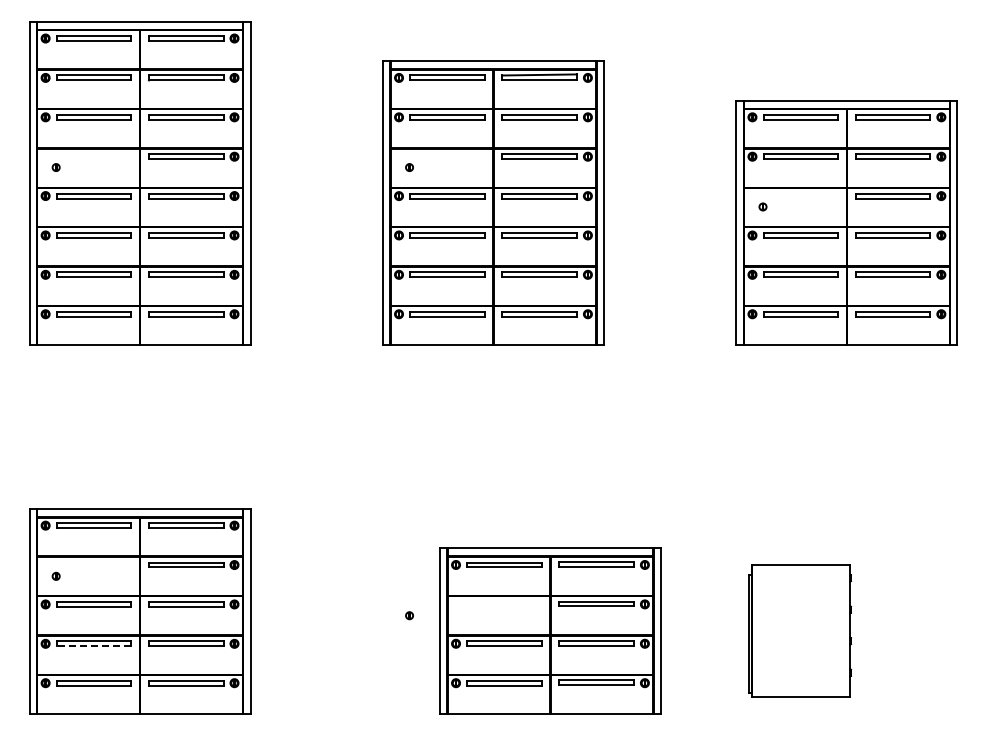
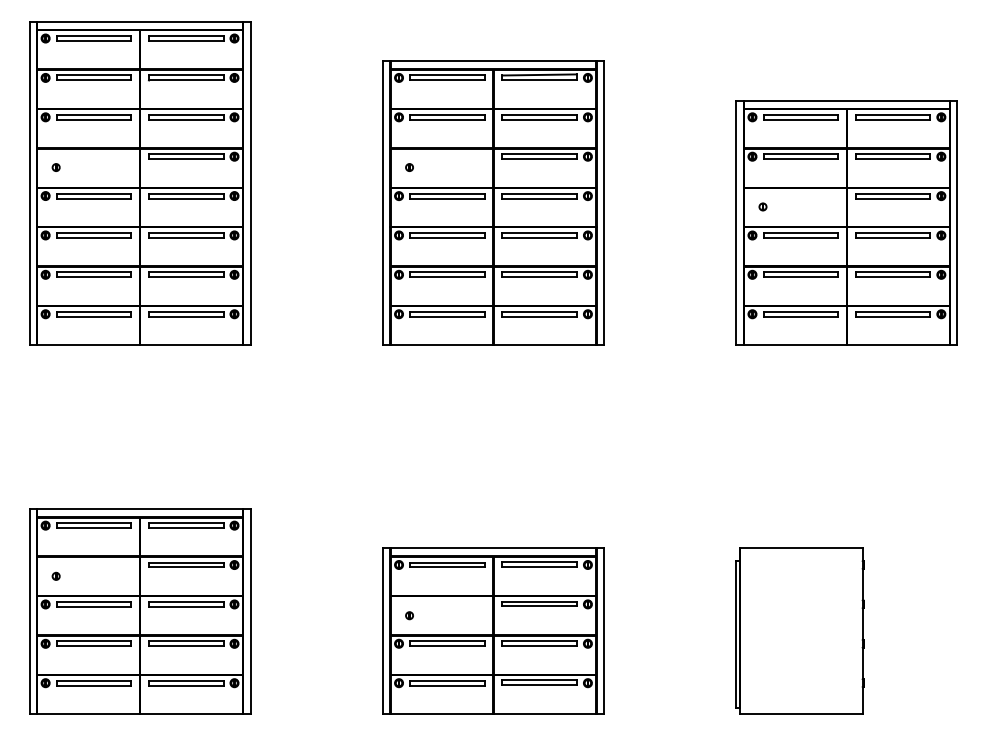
part at (550, 630) position: (550, 630) -> (493, 630)
part at (799, 630) size: 104x134 px -> 130x168 px
line at (93, 646): dashed -> solid
